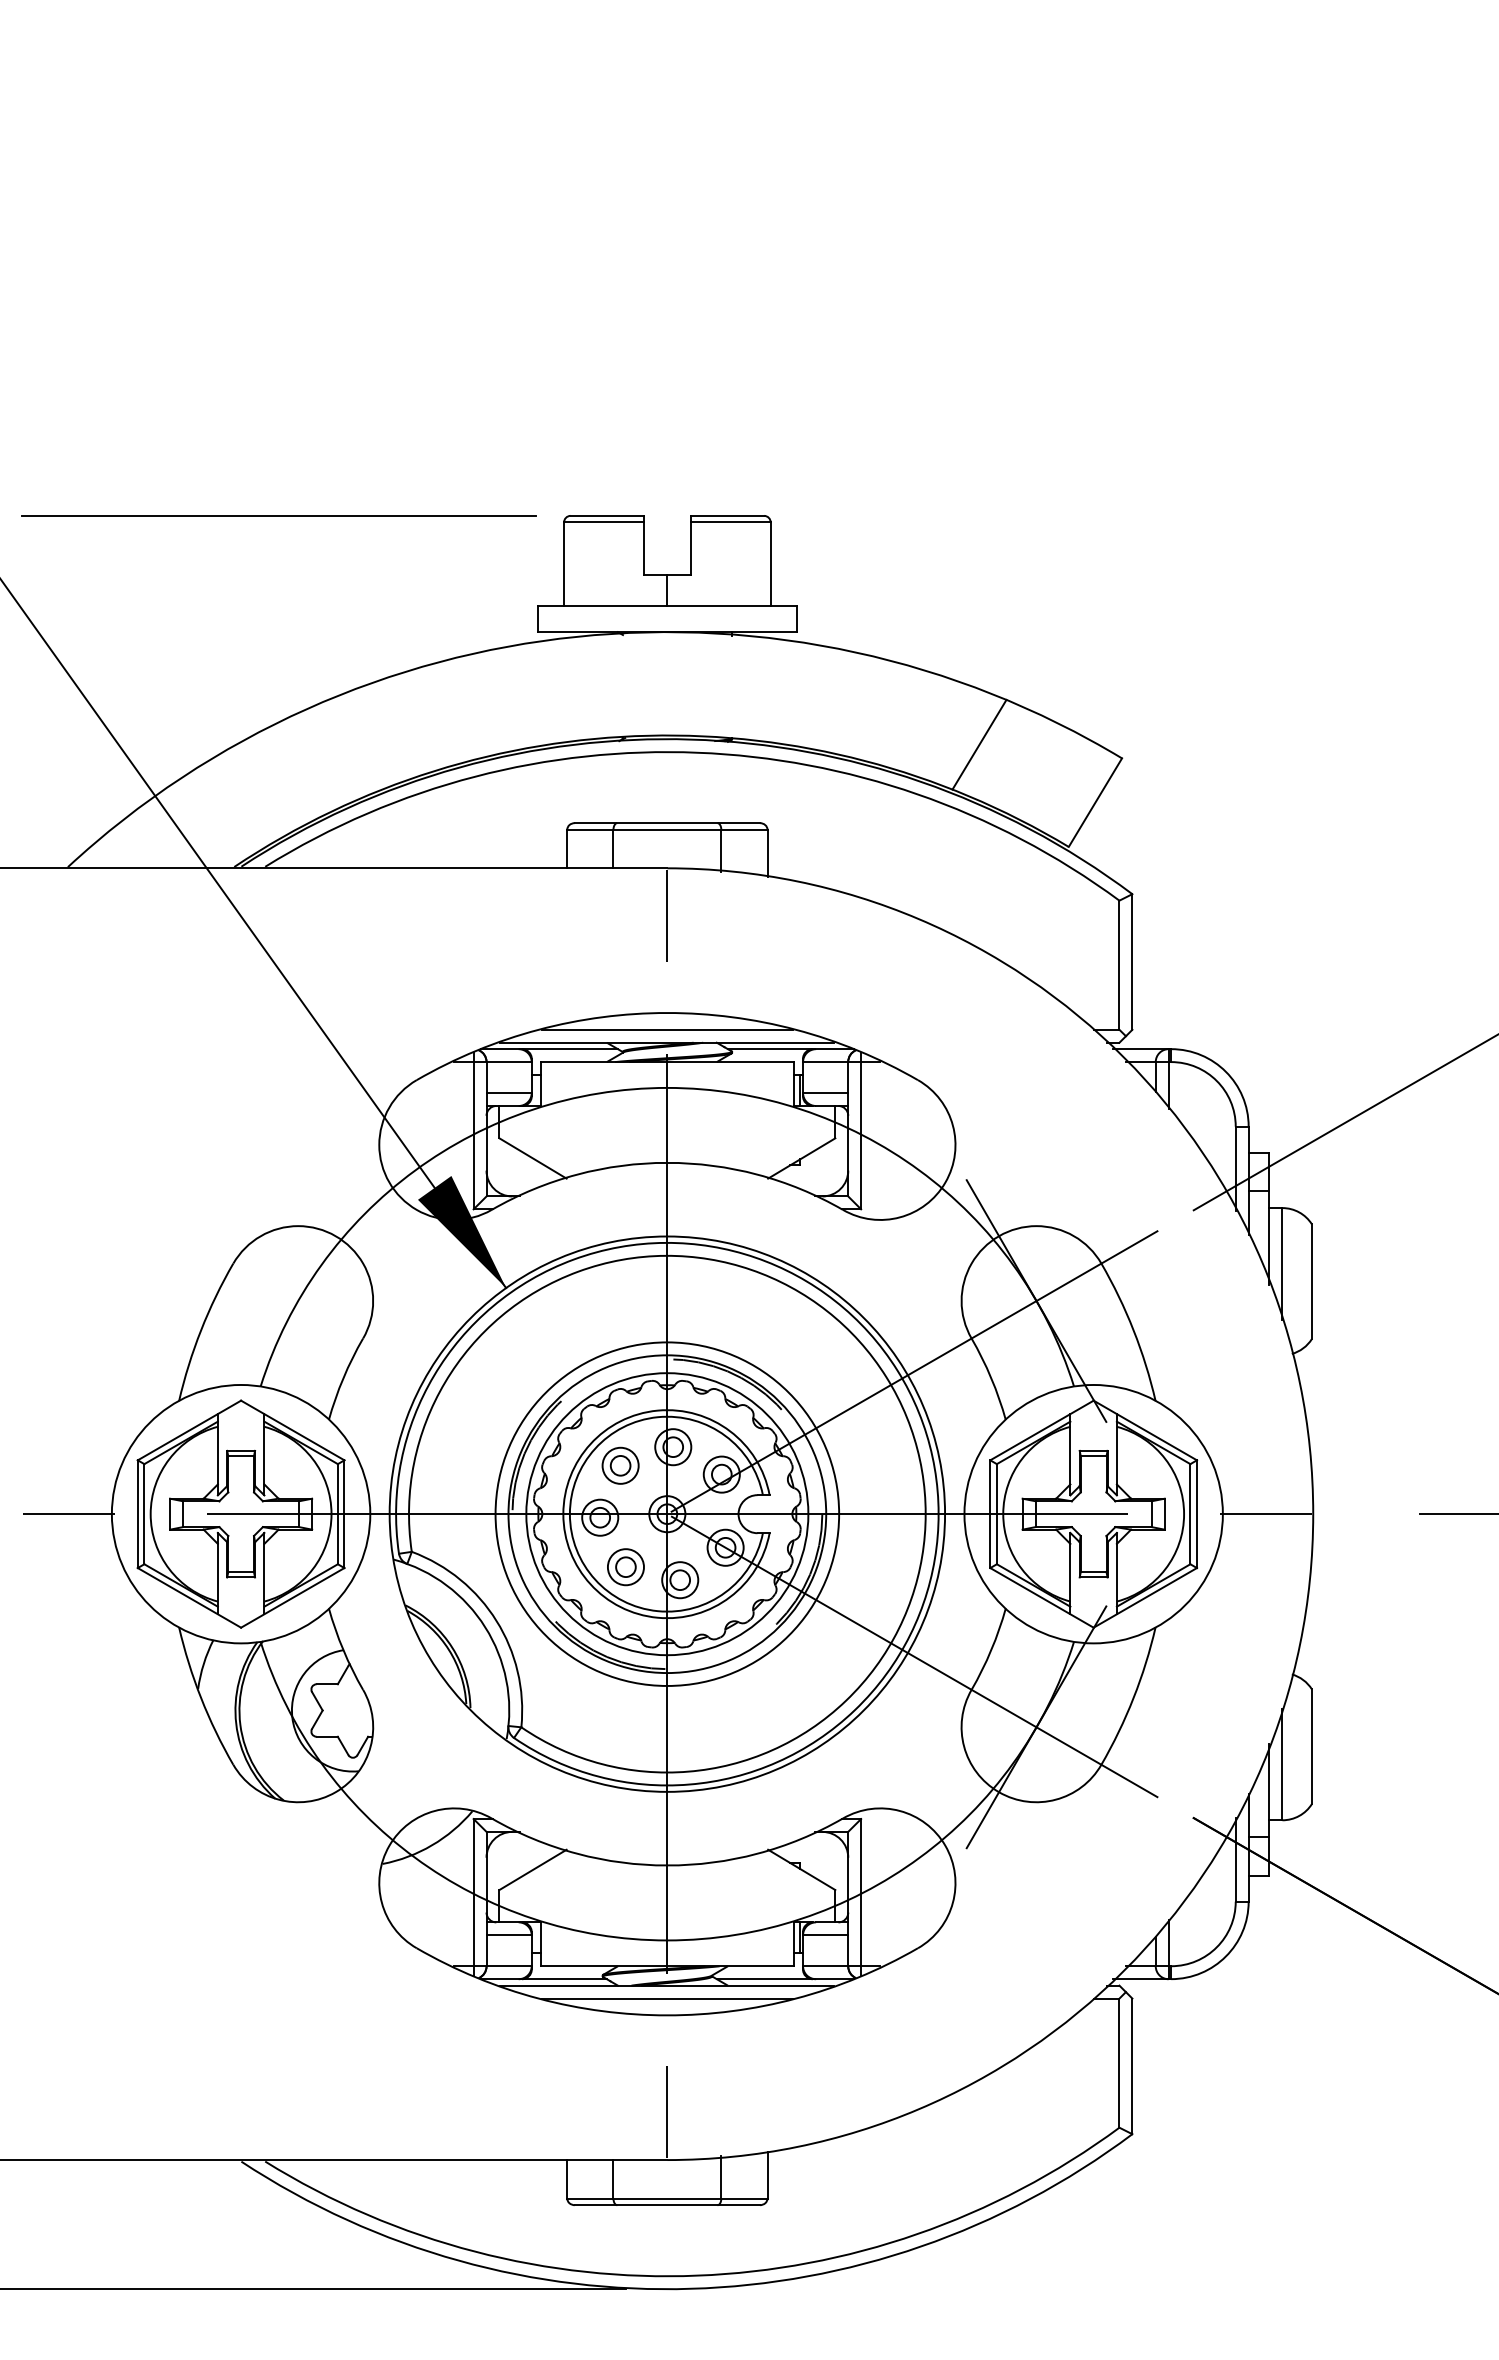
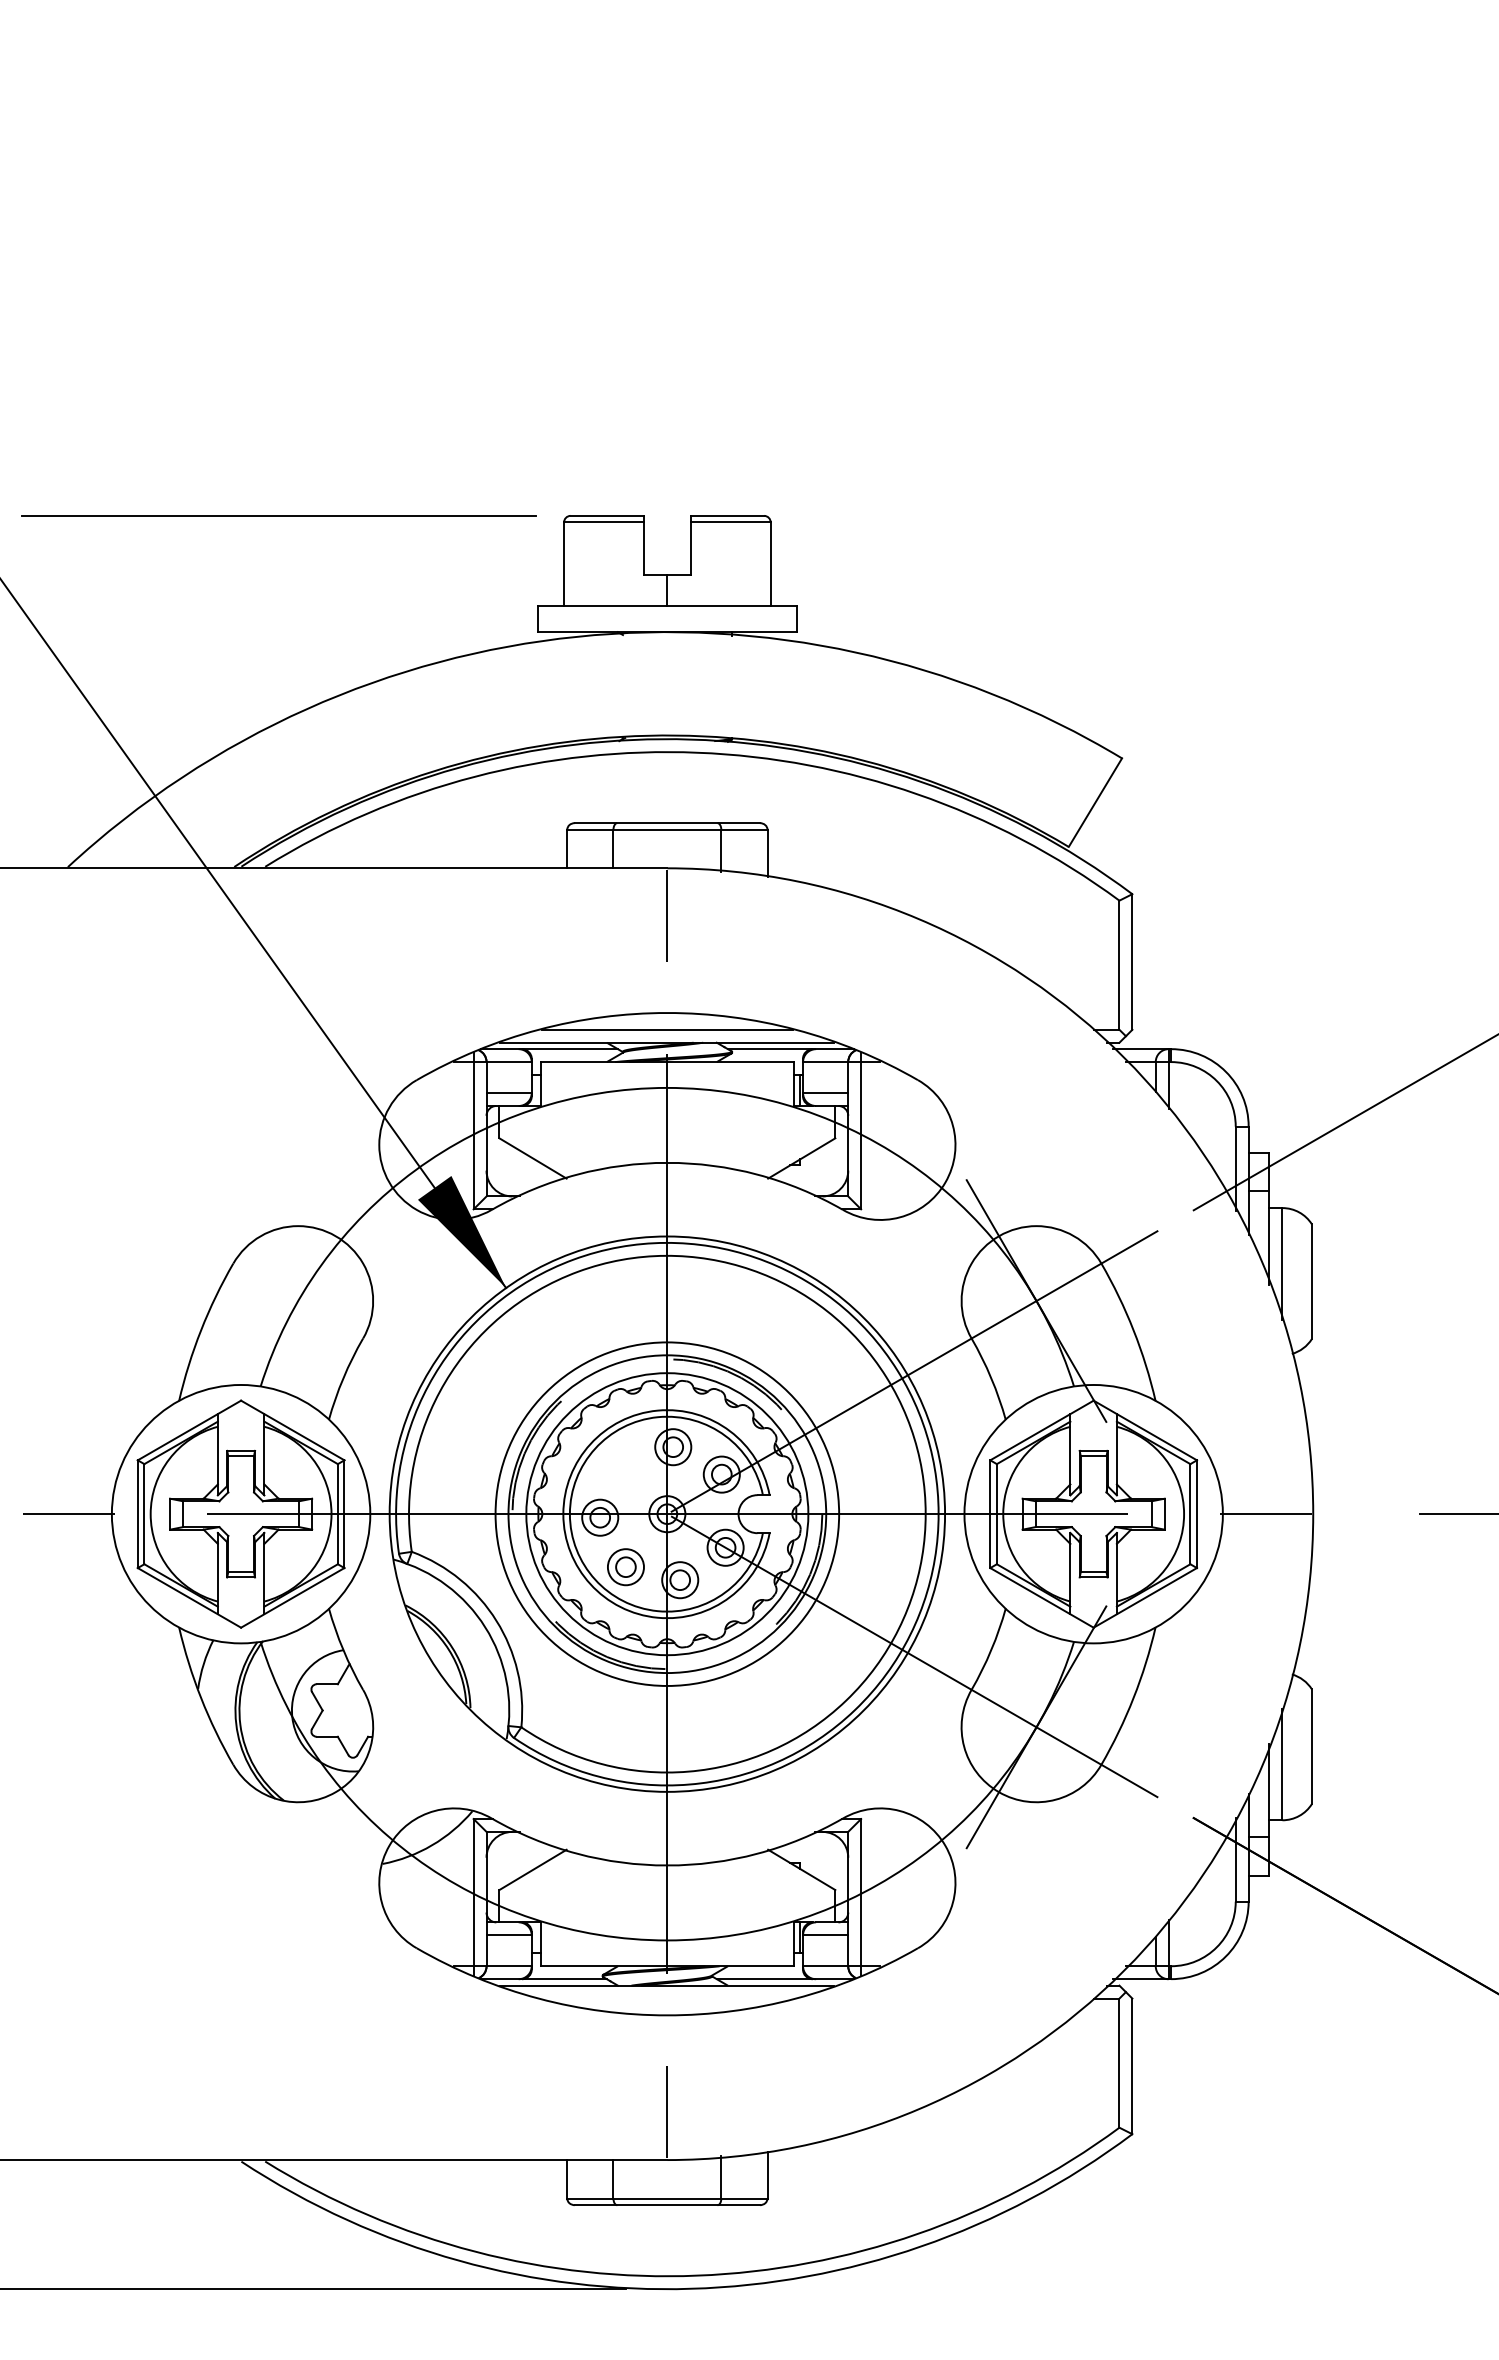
line at (979, 744): present -> none
part at (620, 1465): present -> none
line at (667, 1998): present -> none
